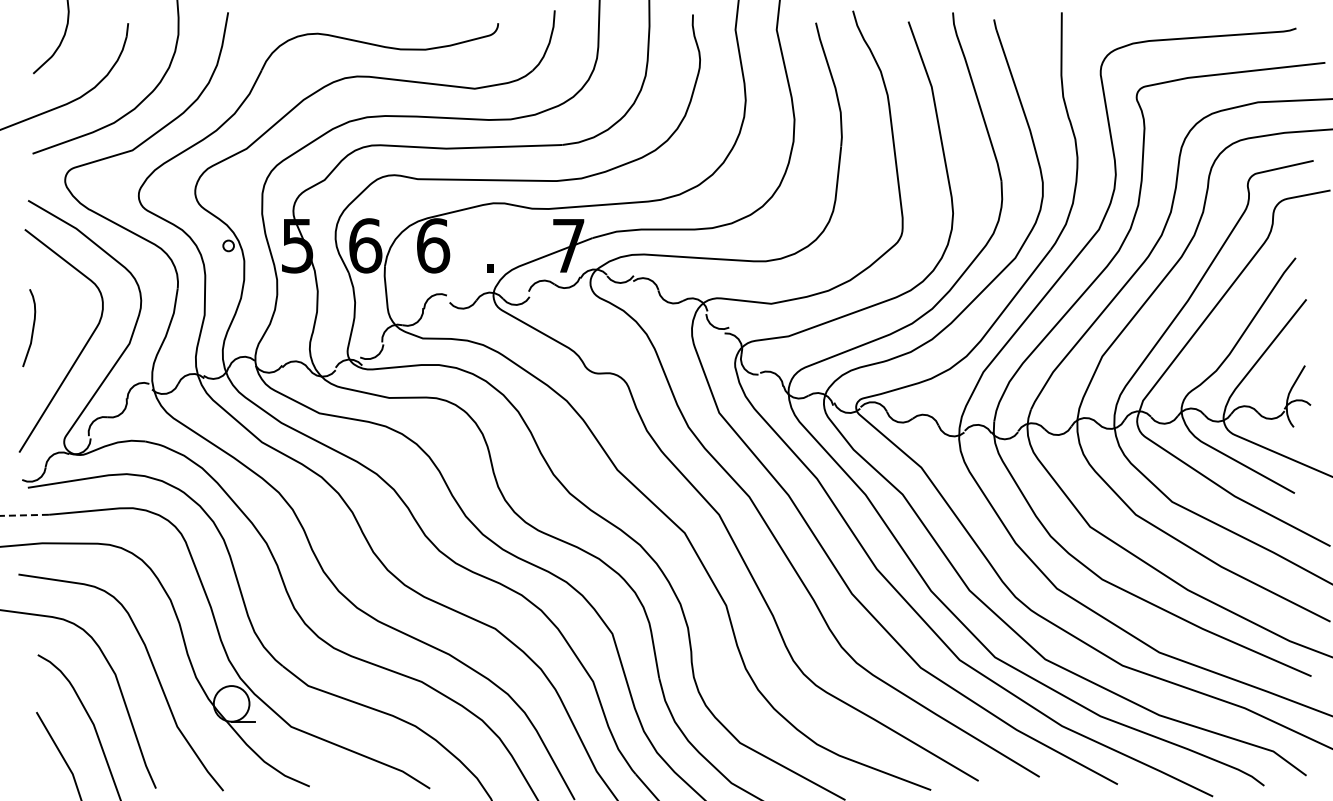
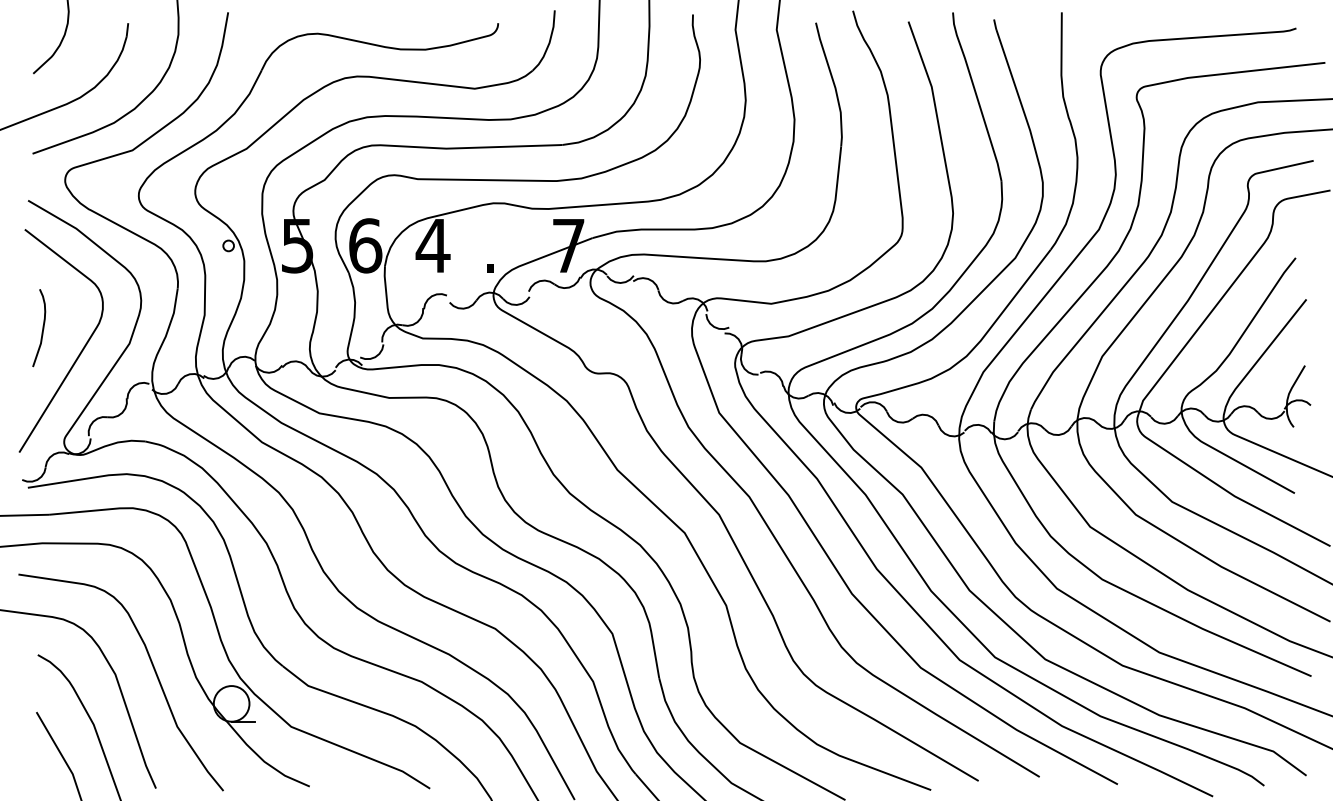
text at (432, 245): 6 -> 4
curve at (32, 328) position: (32, 328) -> (42, 328)
line at (25, 515): dashed -> solid
